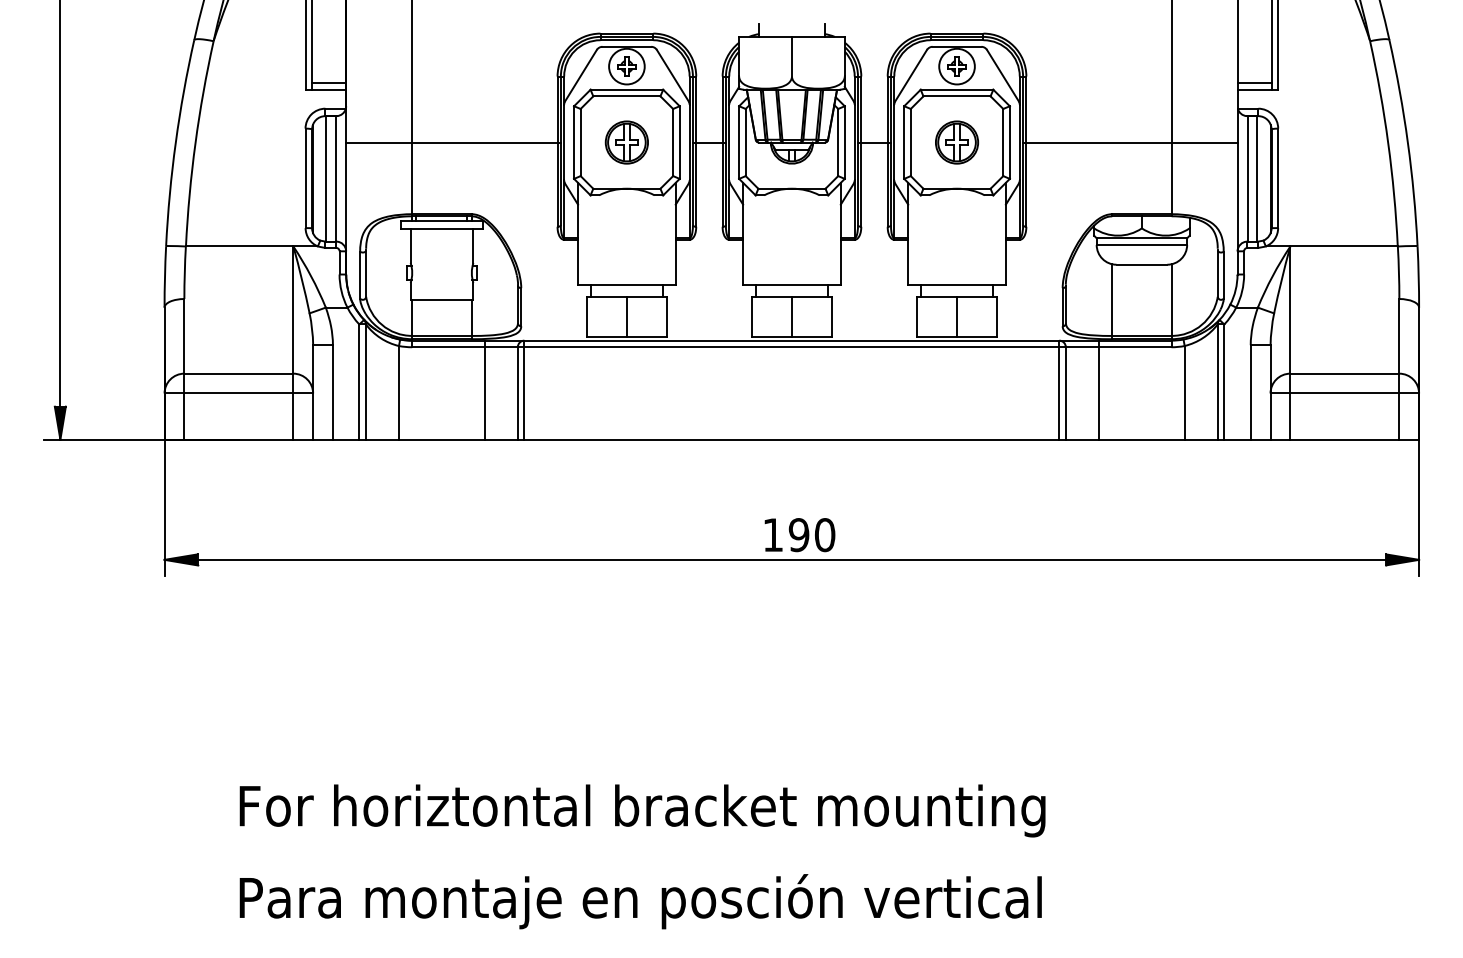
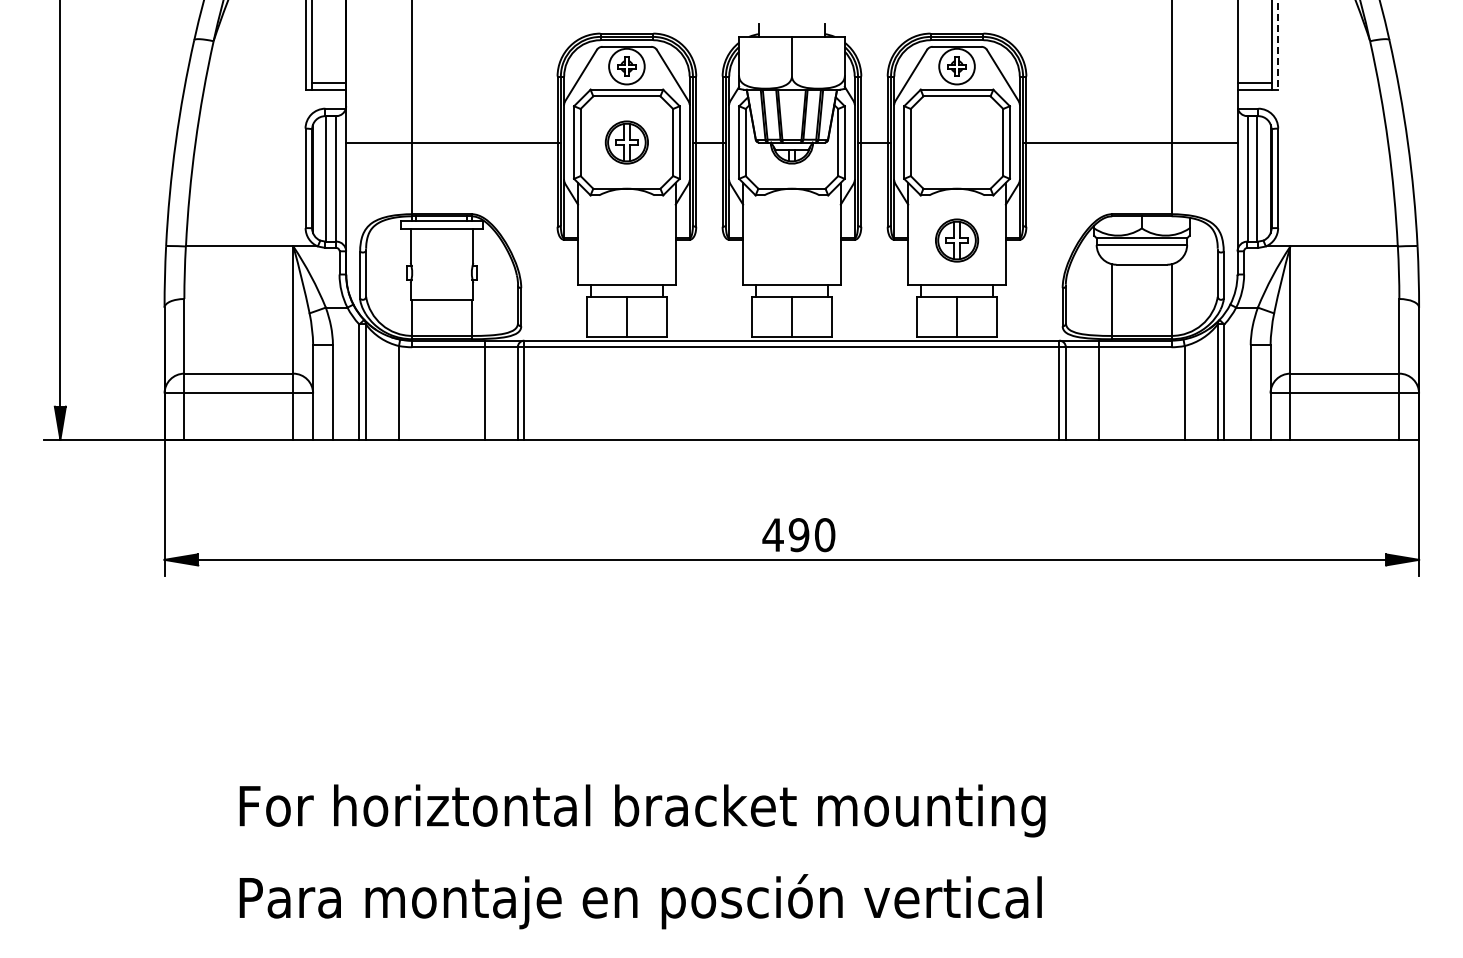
line at (1278, 44): solid -> dashed
part at (957, 142) position: (957, 142) -> (957, 240)
text at (772, 534): 190 -> 490
